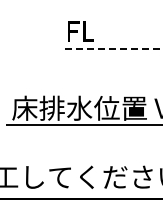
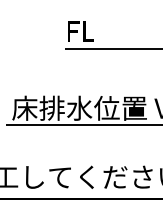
line at (114, 48): dashed -> solid
